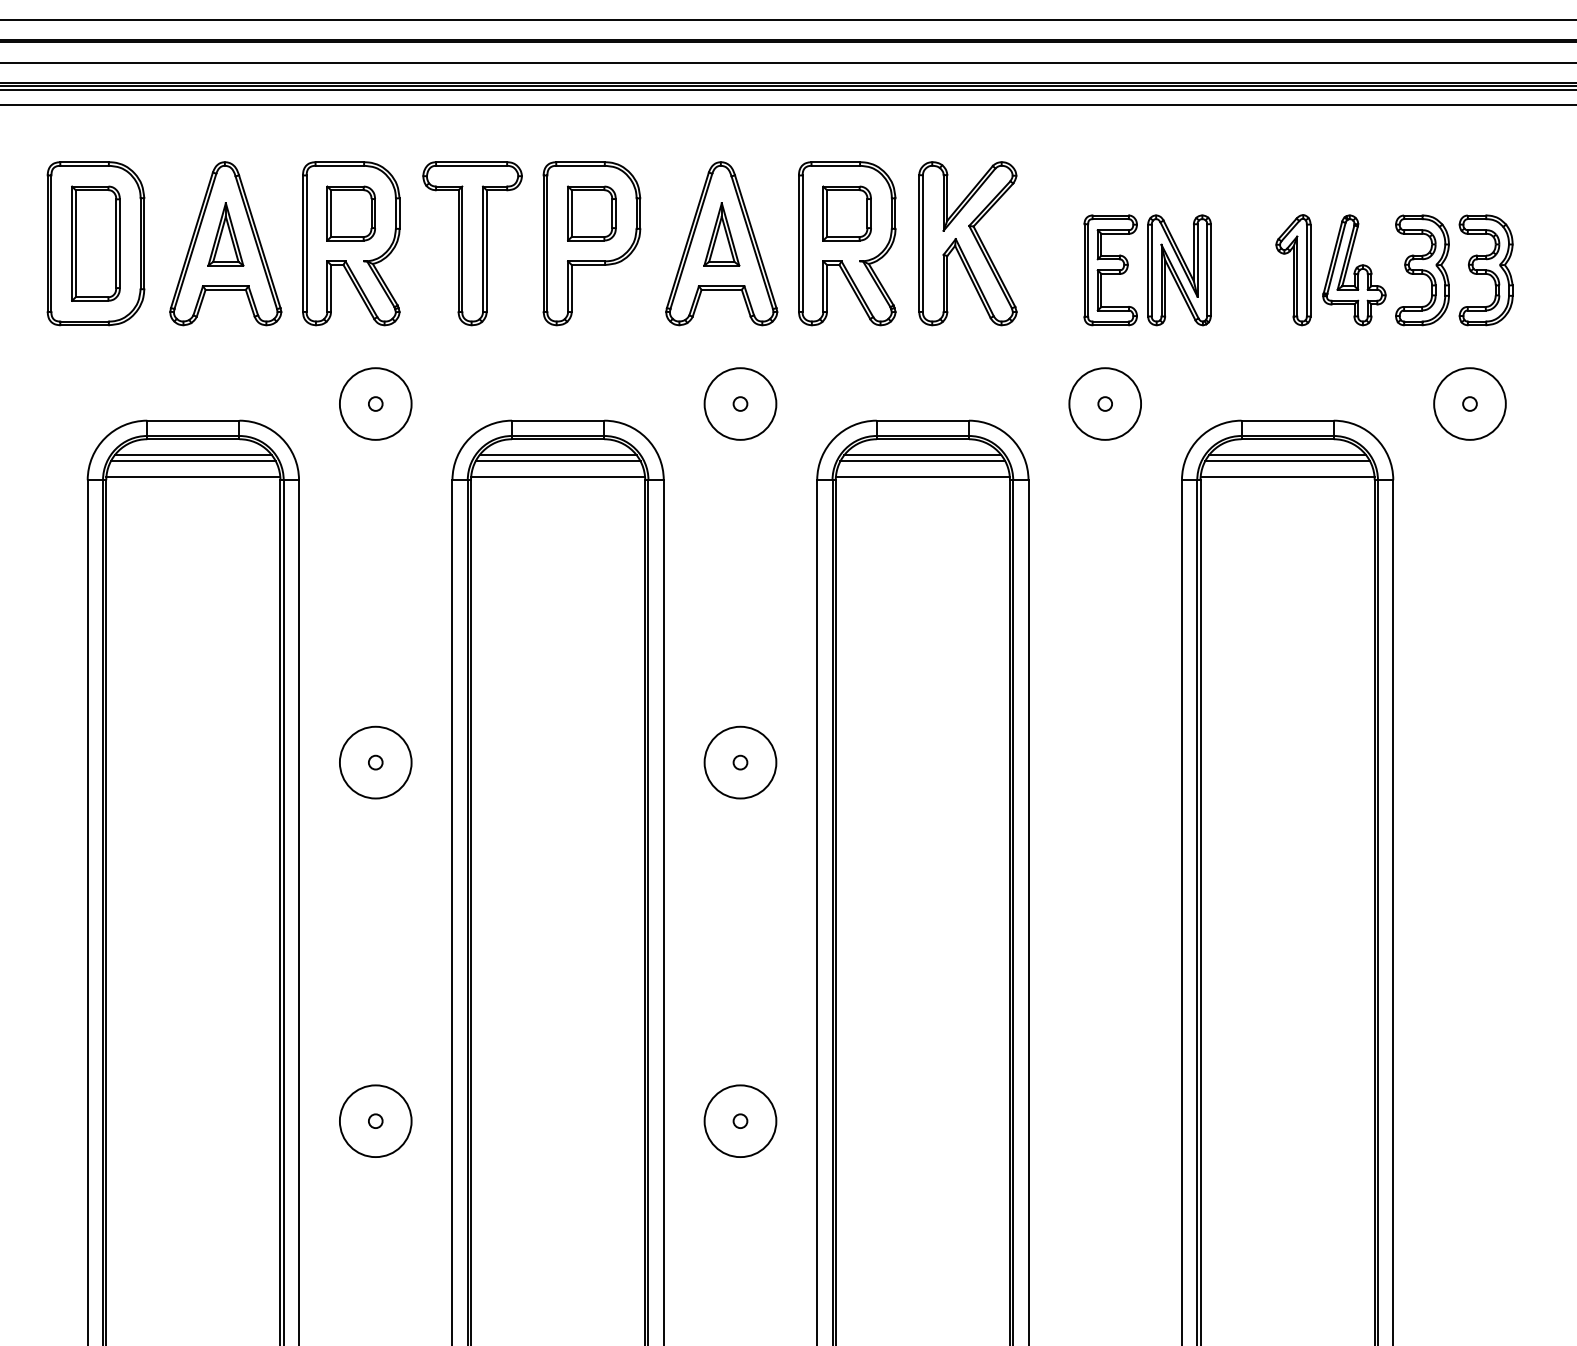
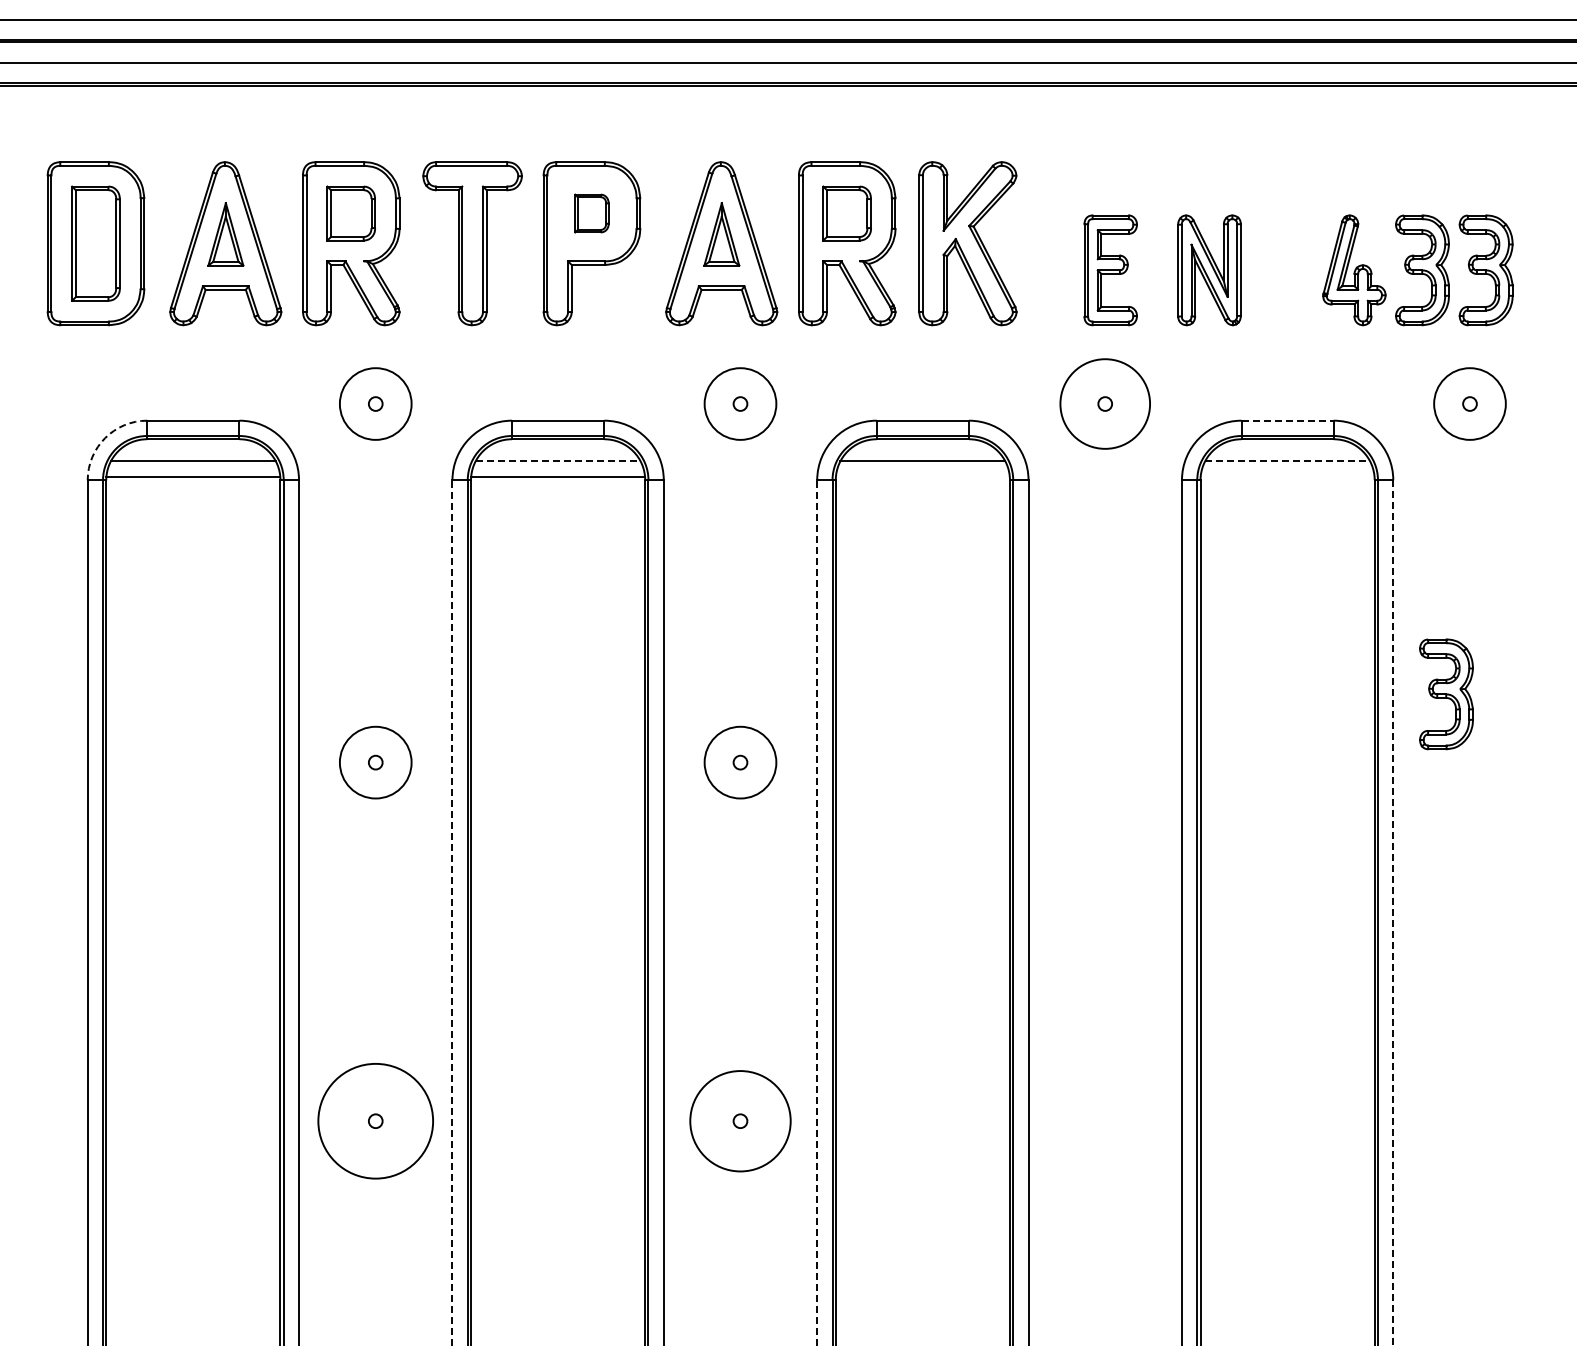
line at (787, 89): present -> none
line at (787, 104): present -> none
part at (591, 213) size: 50x57 px -> 36x41 px
part at (1179, 270) position: (1179, 270) -> (1209, 270)
part at (1293, 270): present -> none
circle at (1105, 403) diameter: 72 px -> 90 px
line at (1288, 420): solid -> dashed
arc at (105, 438): solid -> dashed
line at (192, 455): present -> none
line at (557, 455): present -> none
line at (922, 455): present -> none
line at (1287, 455): present -> none
line at (558, 461): solid -> dashed
line at (1287, 461): solid -> dashed
line at (922, 476): present -> none
line at (1287, 476): present -> none
part at (1446, 694): none -> present
line at (452, 913): solid -> dashed
line at (817, 913): solid -> dashed
line at (1393, 913): solid -> dashed
circle at (375, 1121) diameter: 72 px -> 115 px
circle at (740, 1121) diameter: 72 px -> 100 px
